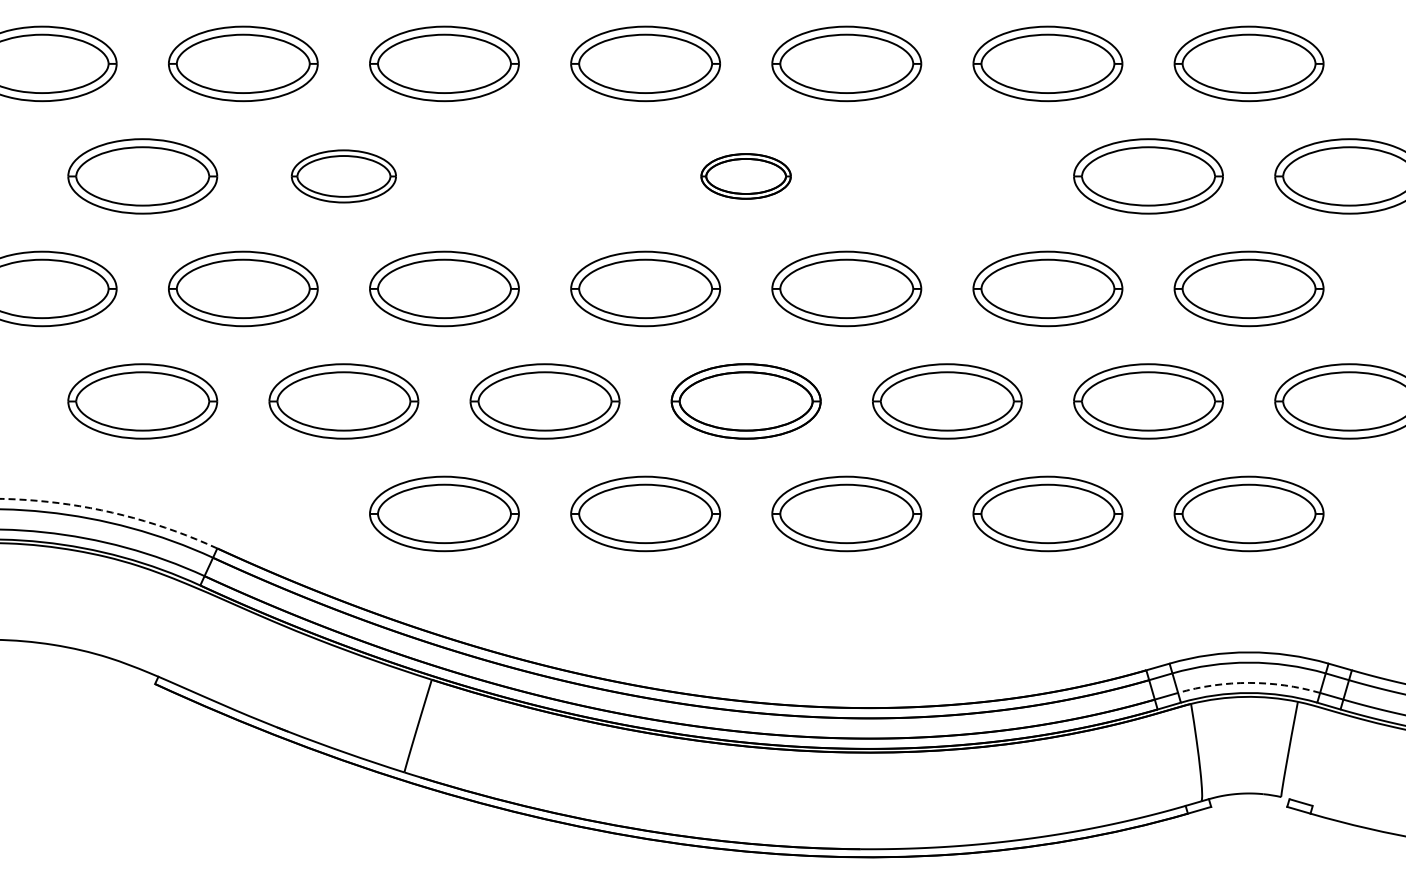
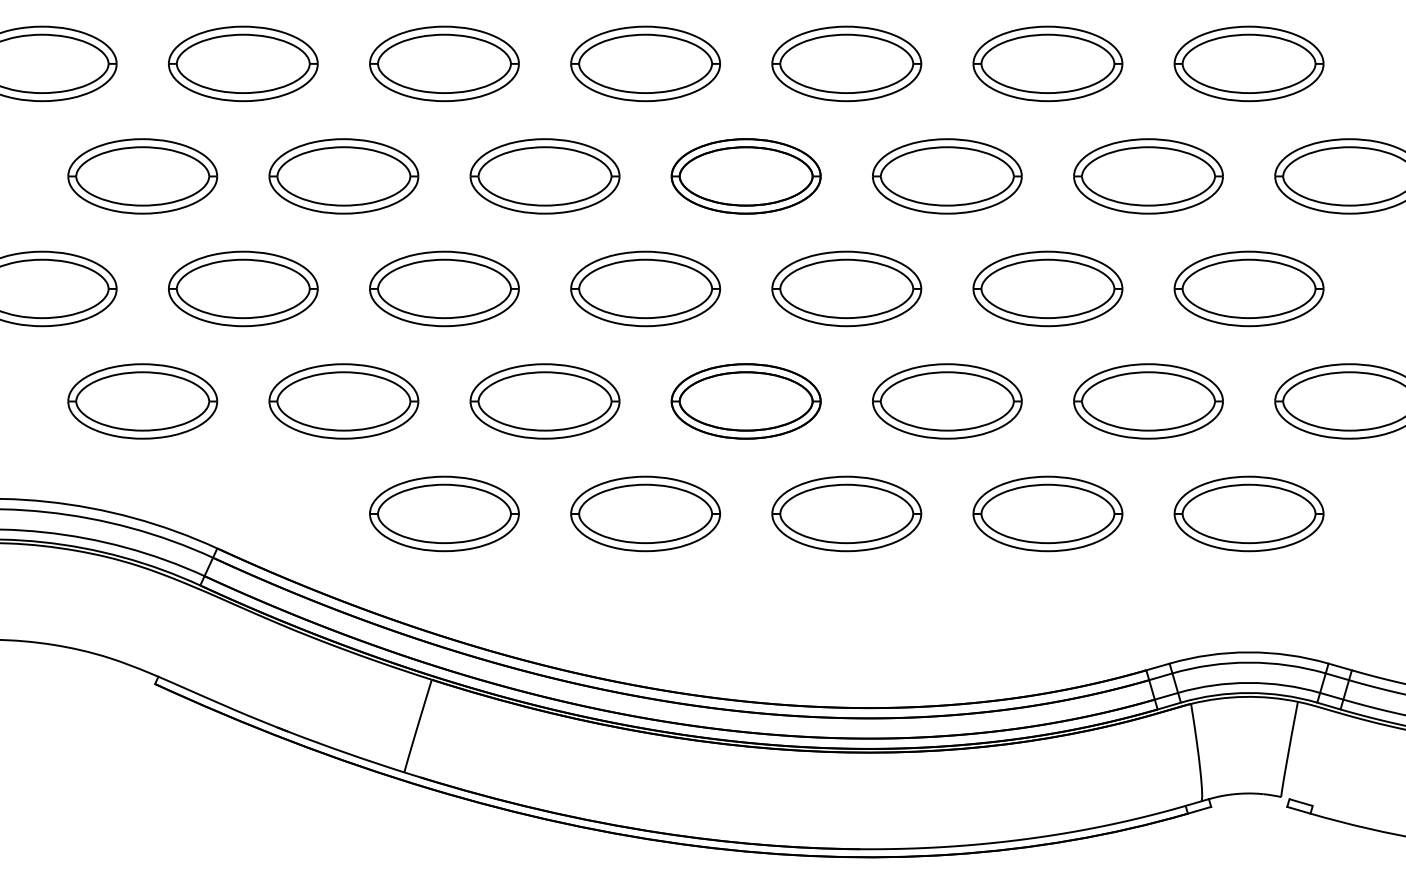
part at (343, 176) size: 107x55 px -> 152x77 px
part at (544, 176): none -> present
part at (745, 176) size: 92x47 px -> 152x77 px
part at (947, 176): none -> present
arc at (110, 512): dashed -> solid
arc at (1249, 682): dashed -> solid
